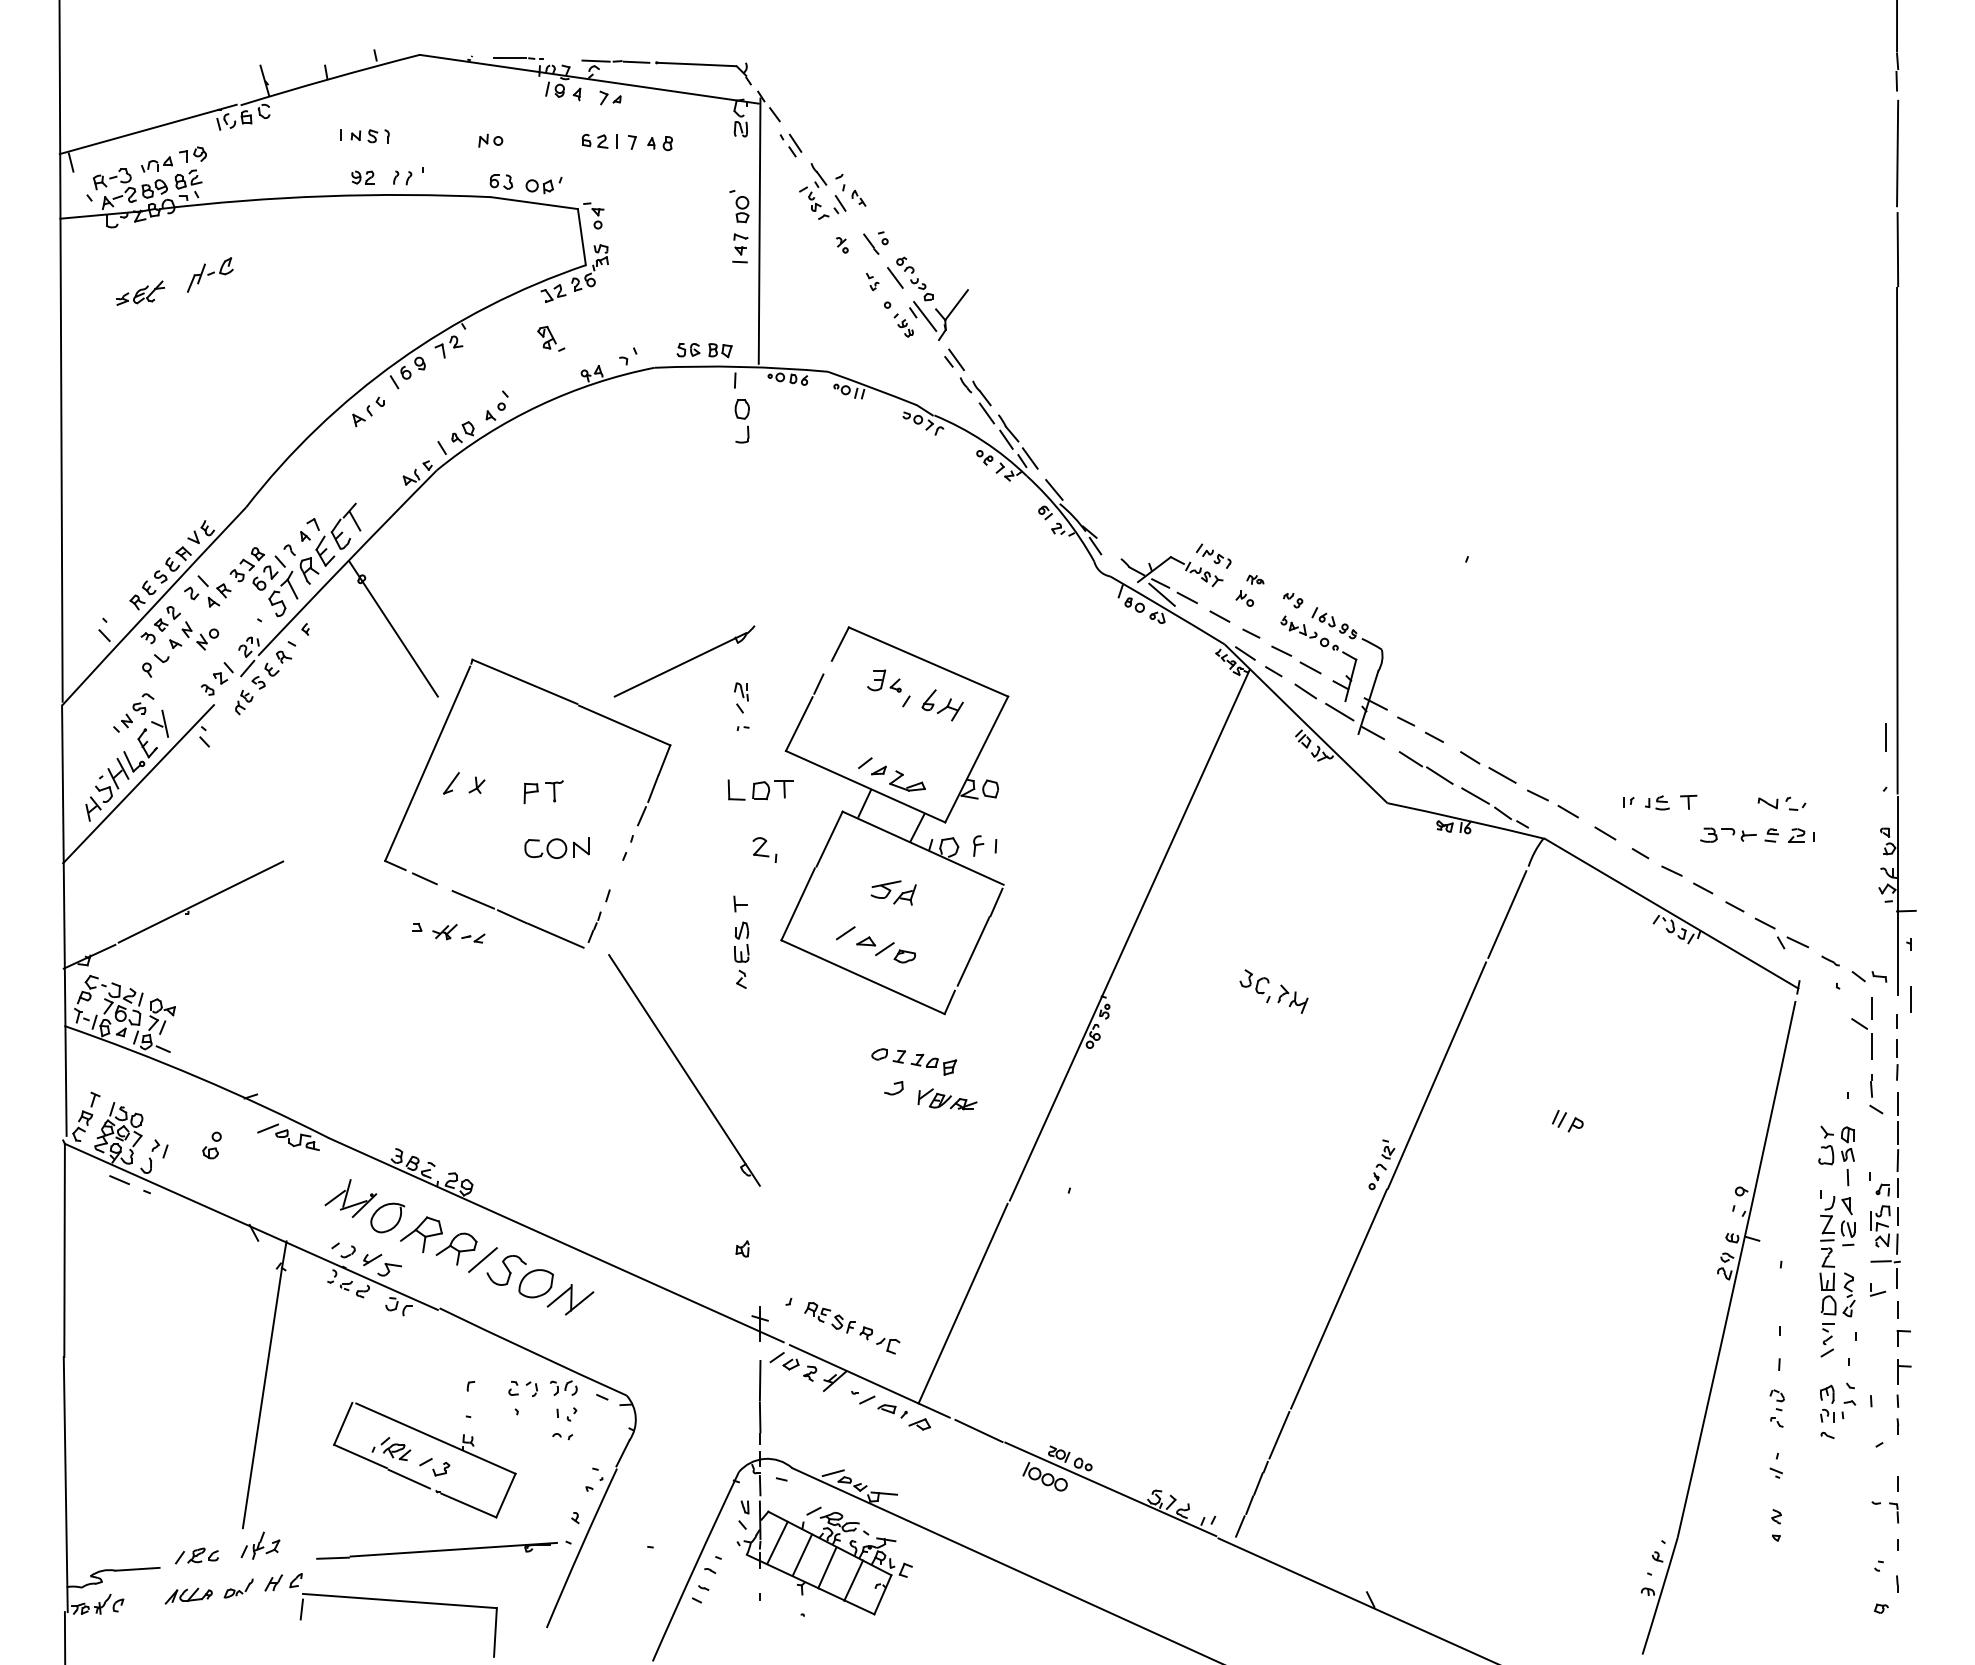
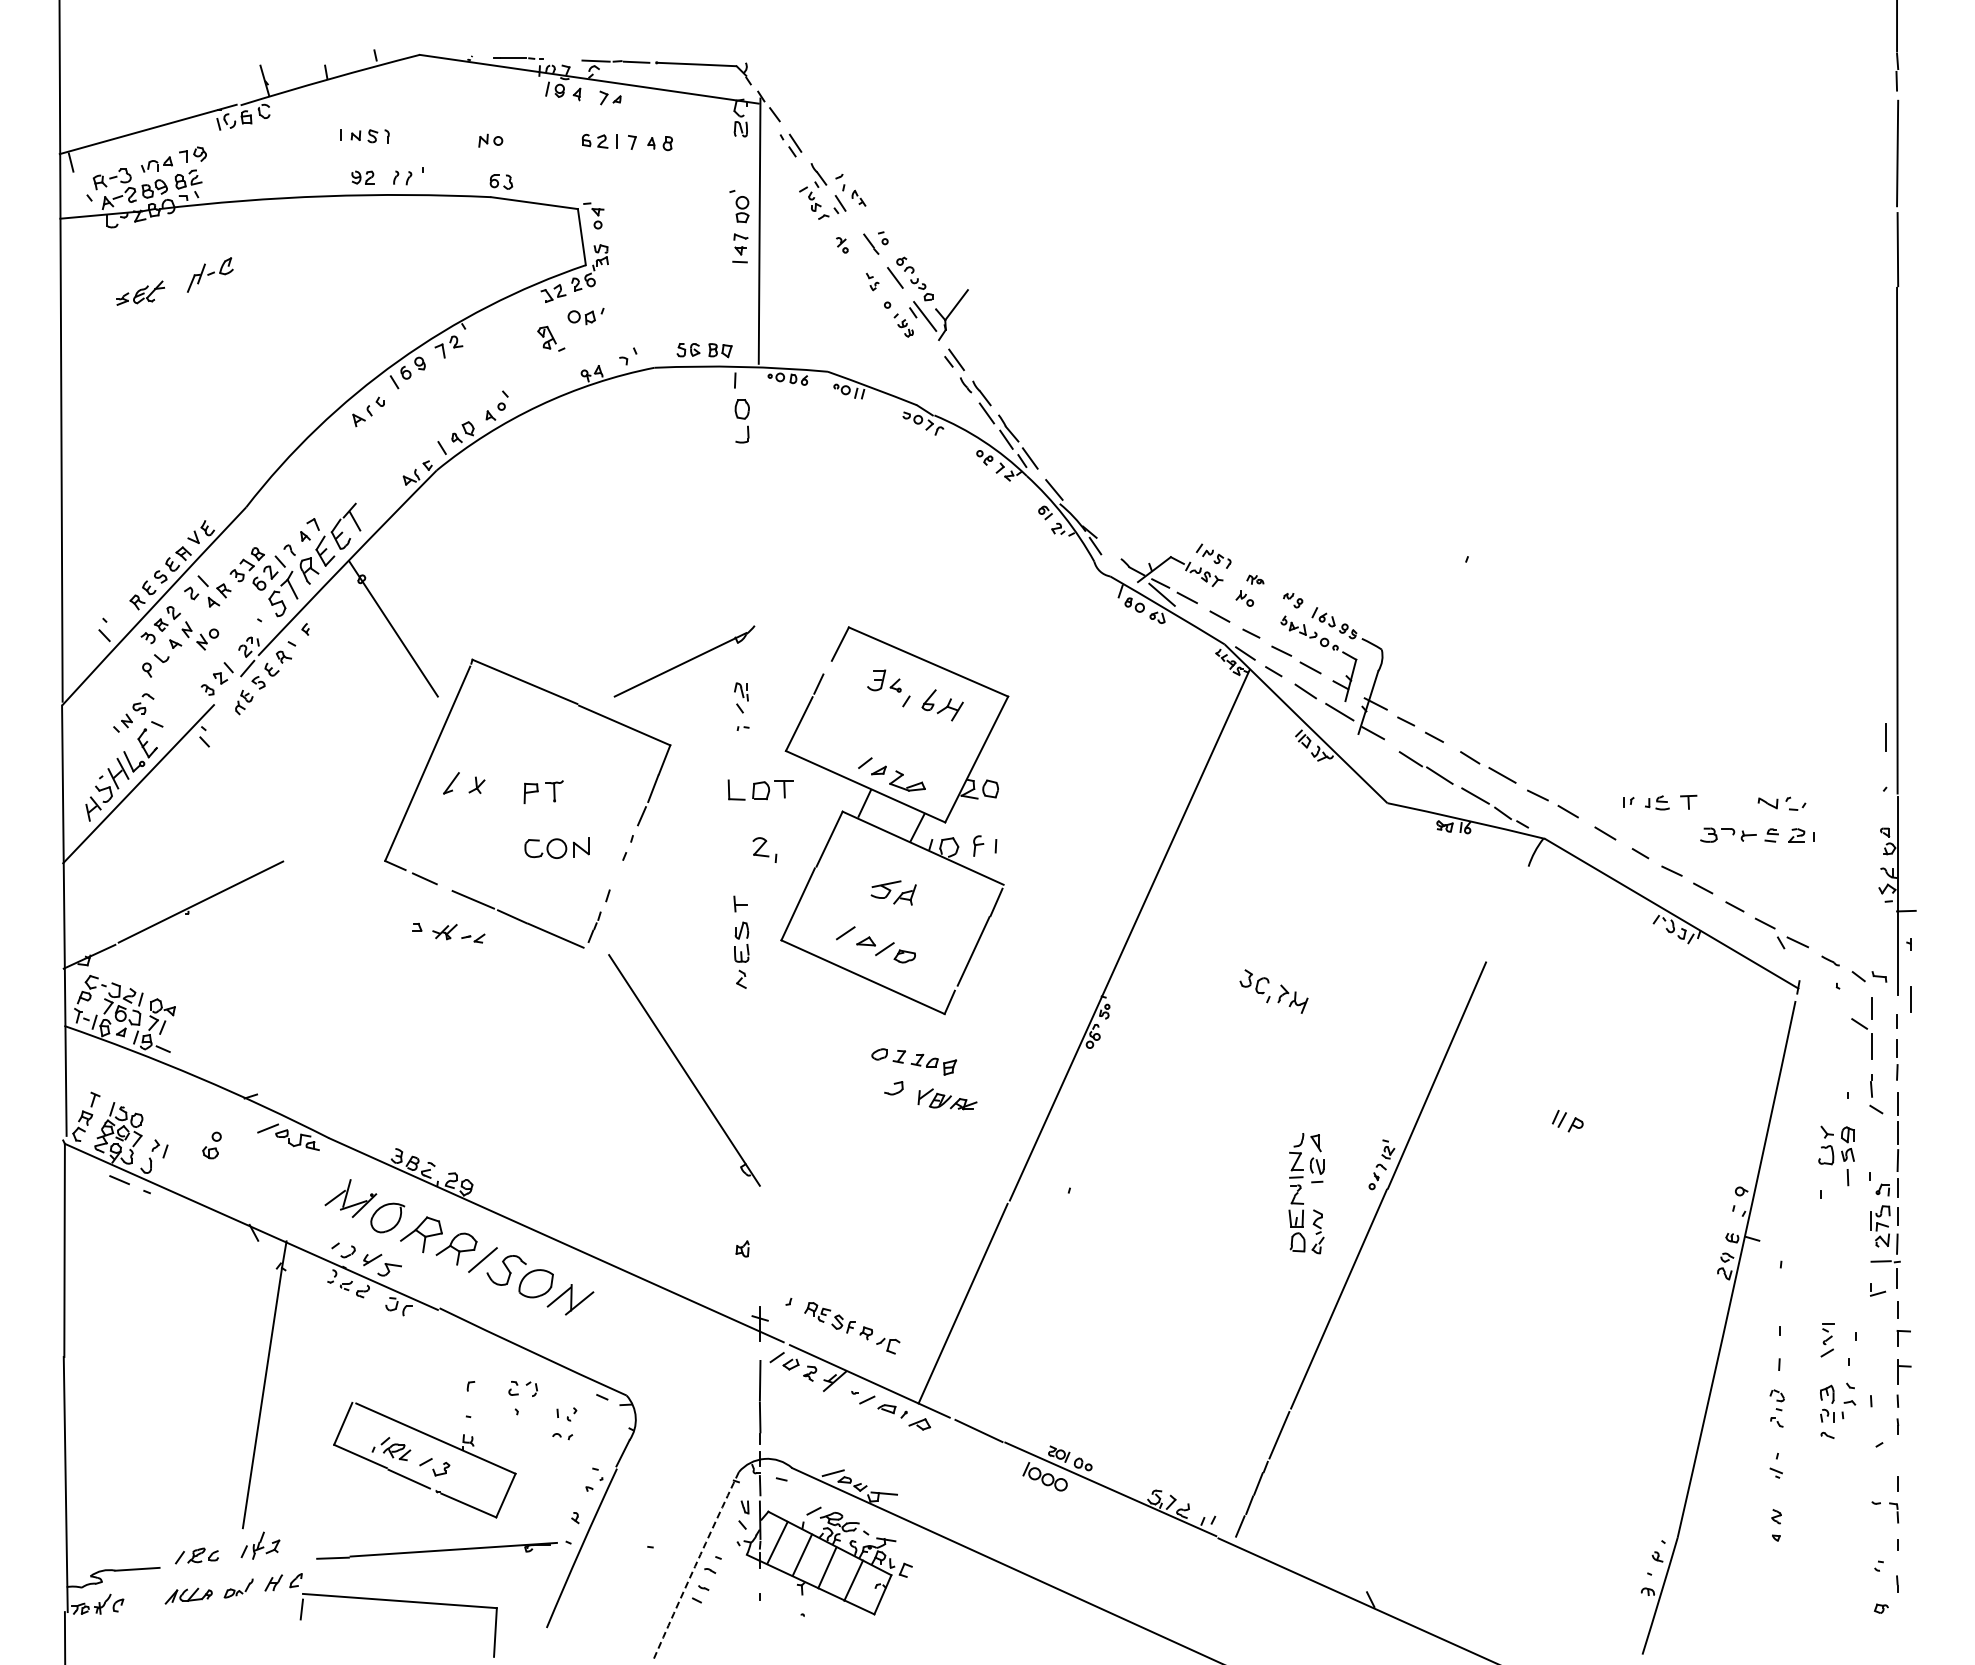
part at (543, 185) position: (543, 185) -> (585, 316)
line at (165, 723): present -> none
line at (1507, 914): present -> none
part at (1832, 1251) position: (1832, 1251) -> (1301, 1188)
part at (563, 1387): present -> none
arc at (695, 1566): solid -> dashed
